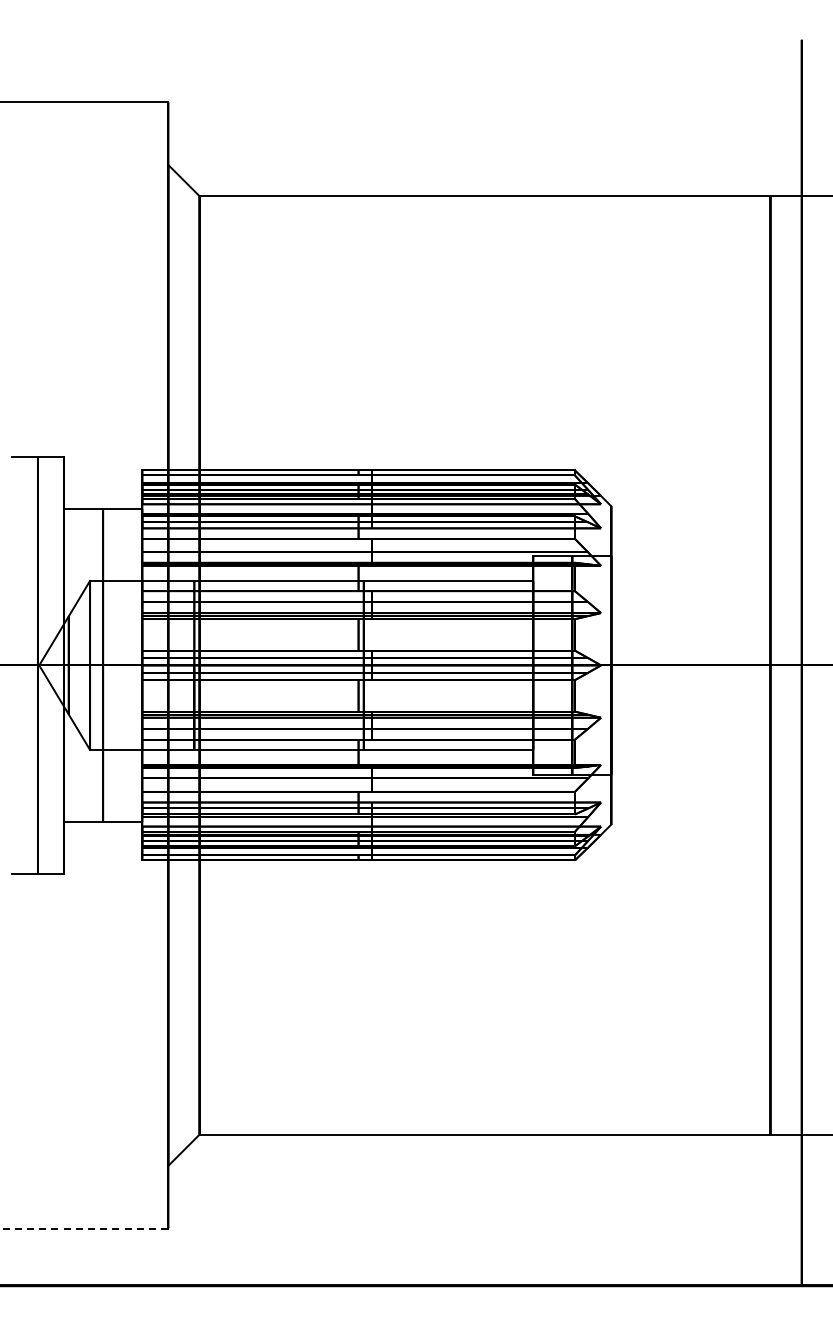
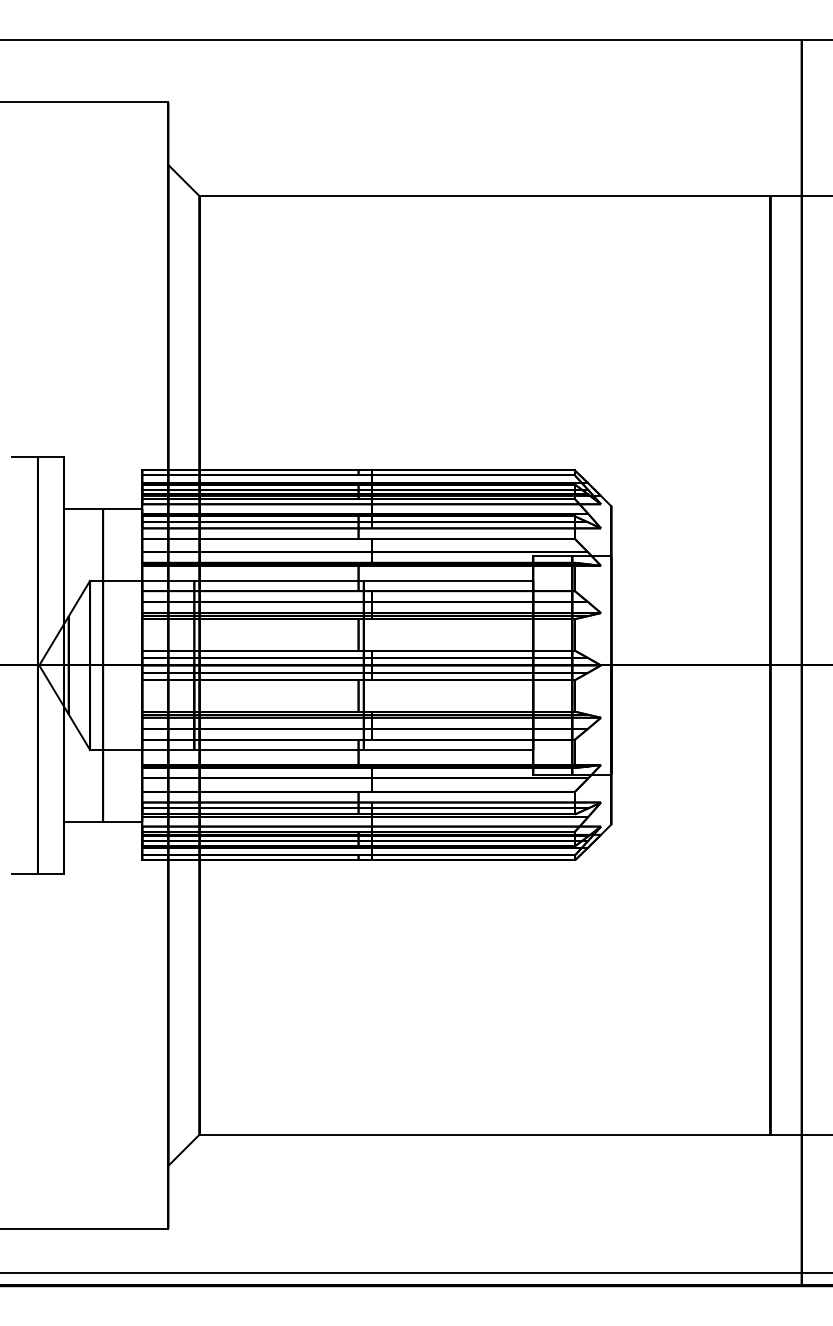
line at (415, 39): none -> present
line at (84, 1228): dashed -> solid
line at (415, 1272): none -> present
